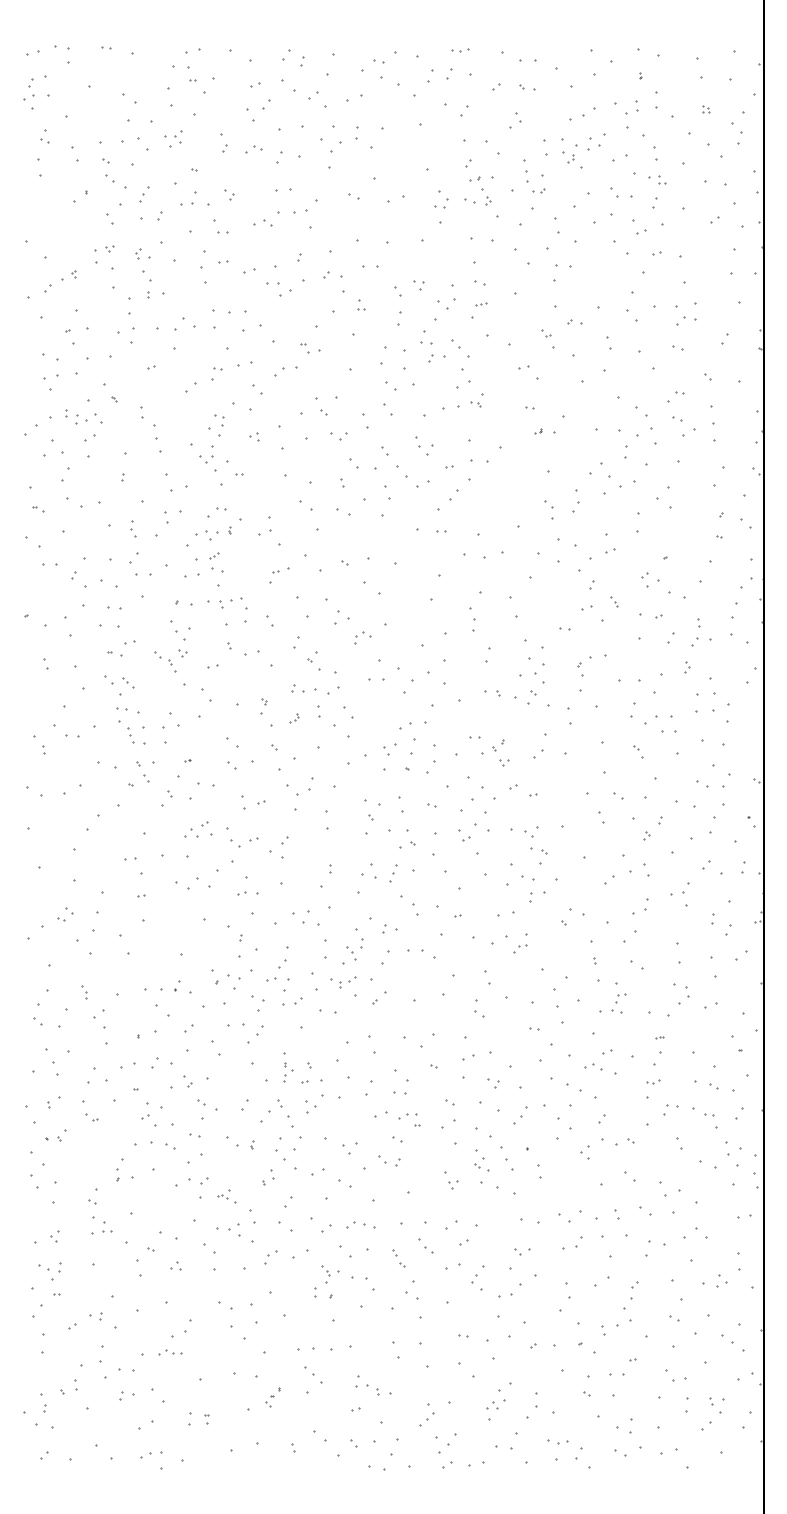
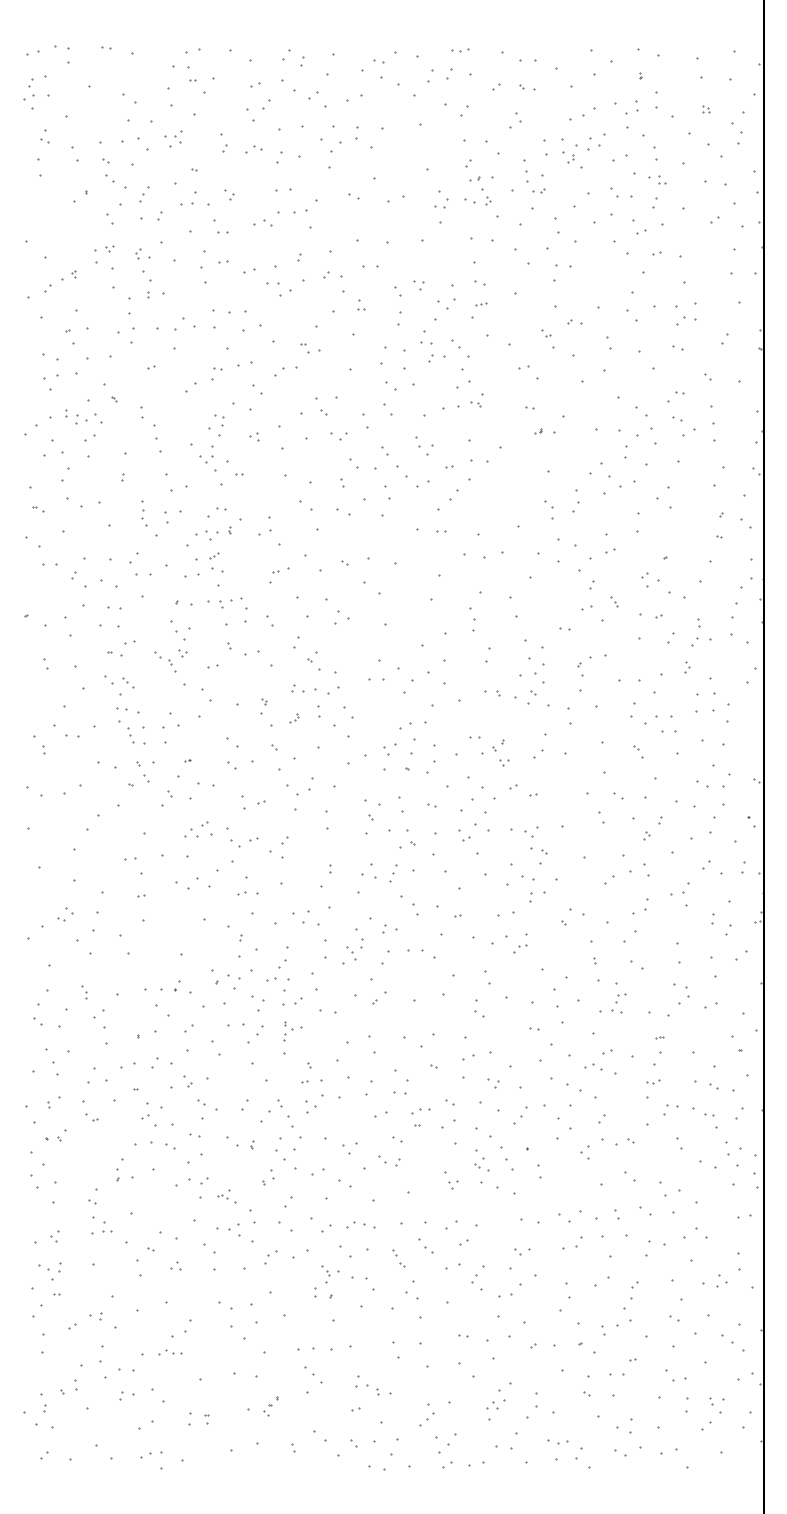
part at (133, 528) position: (133, 528) -> (144, 517)
part at (362, 637): present -> none
part at (343, 982): present -> none
part at (288, 1072) position: (288, 1072) -> (288, 1031)
part at (407, 1116) position: (407, 1116) -> (420, 1111)
part at (272, 1397) position: (272, 1397) -> (270, 1406)
